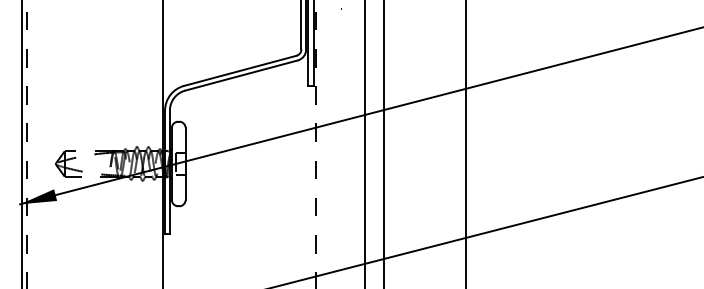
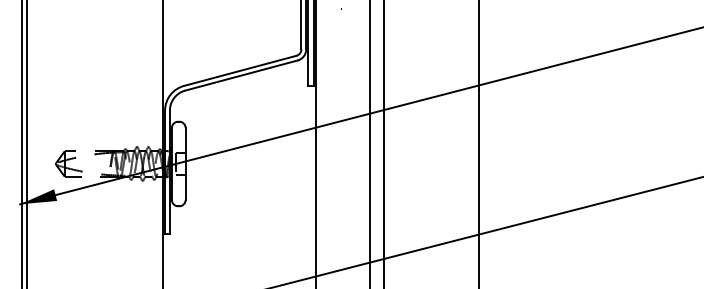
line at (365, 143) position: (365, 143) -> (370, 143)
line at (465, 143) position: (465, 143) -> (478, 143)
line at (26, 144): dashed -> solid
line at (315, 144): dashed -> solid
